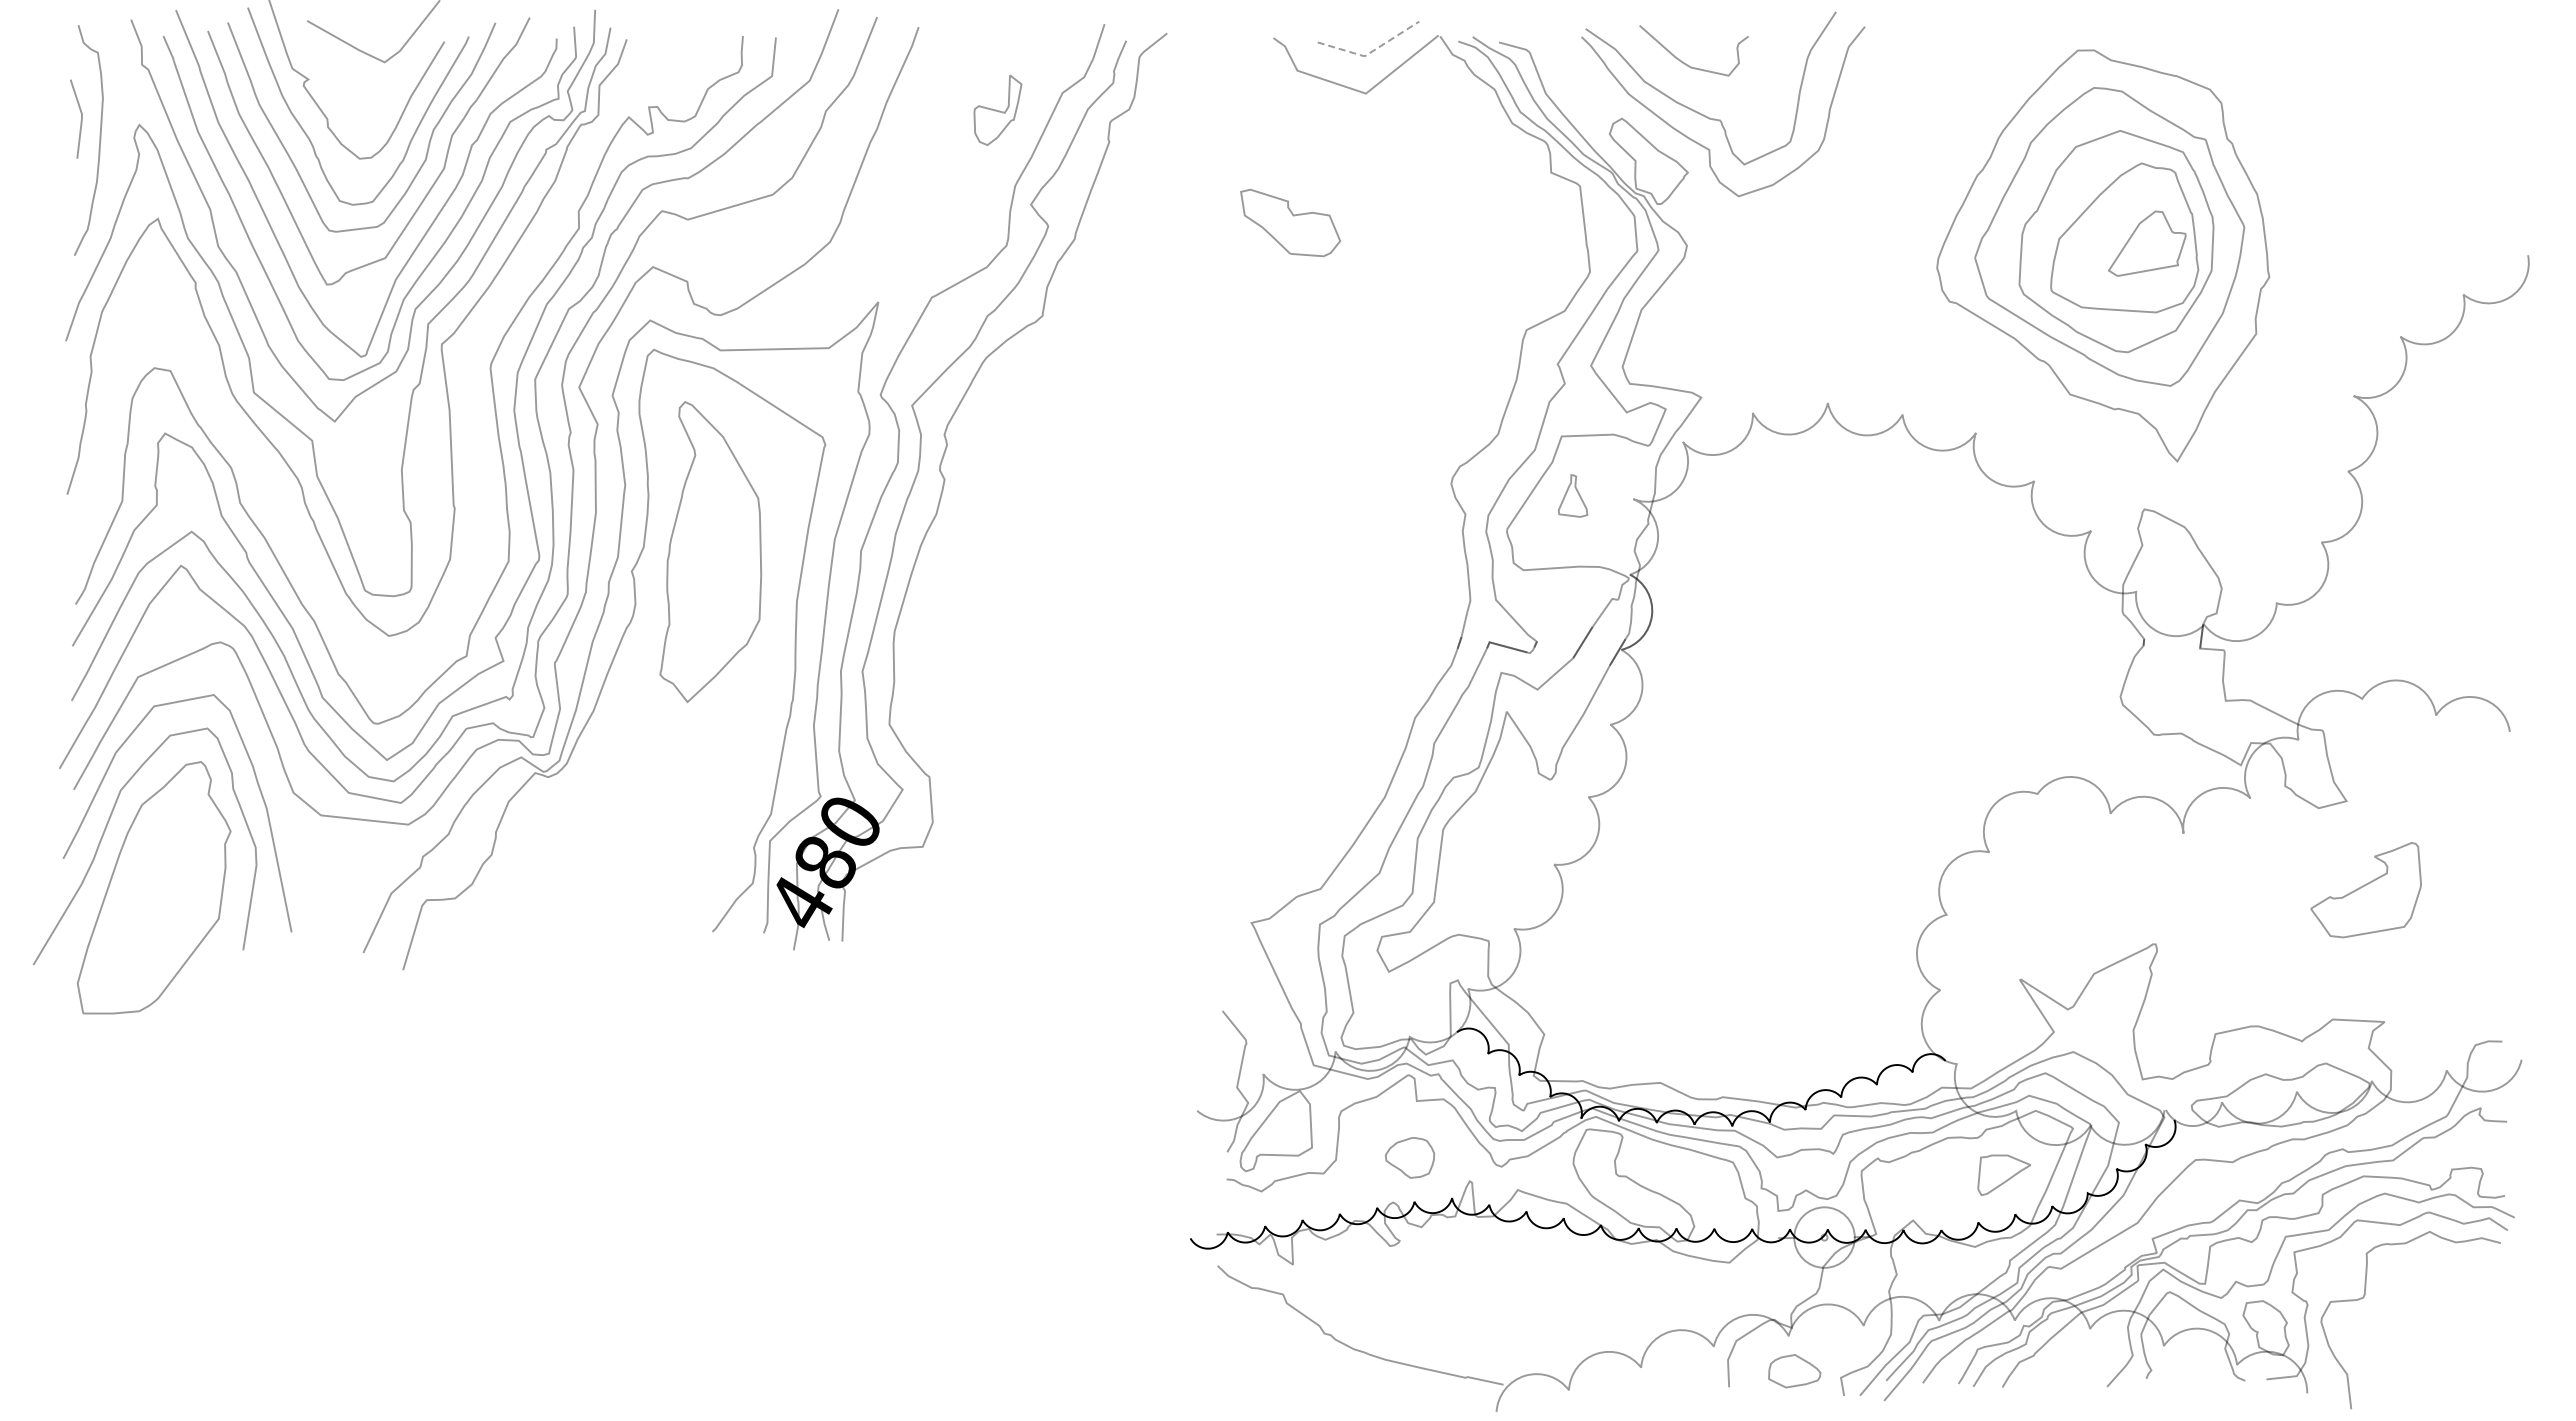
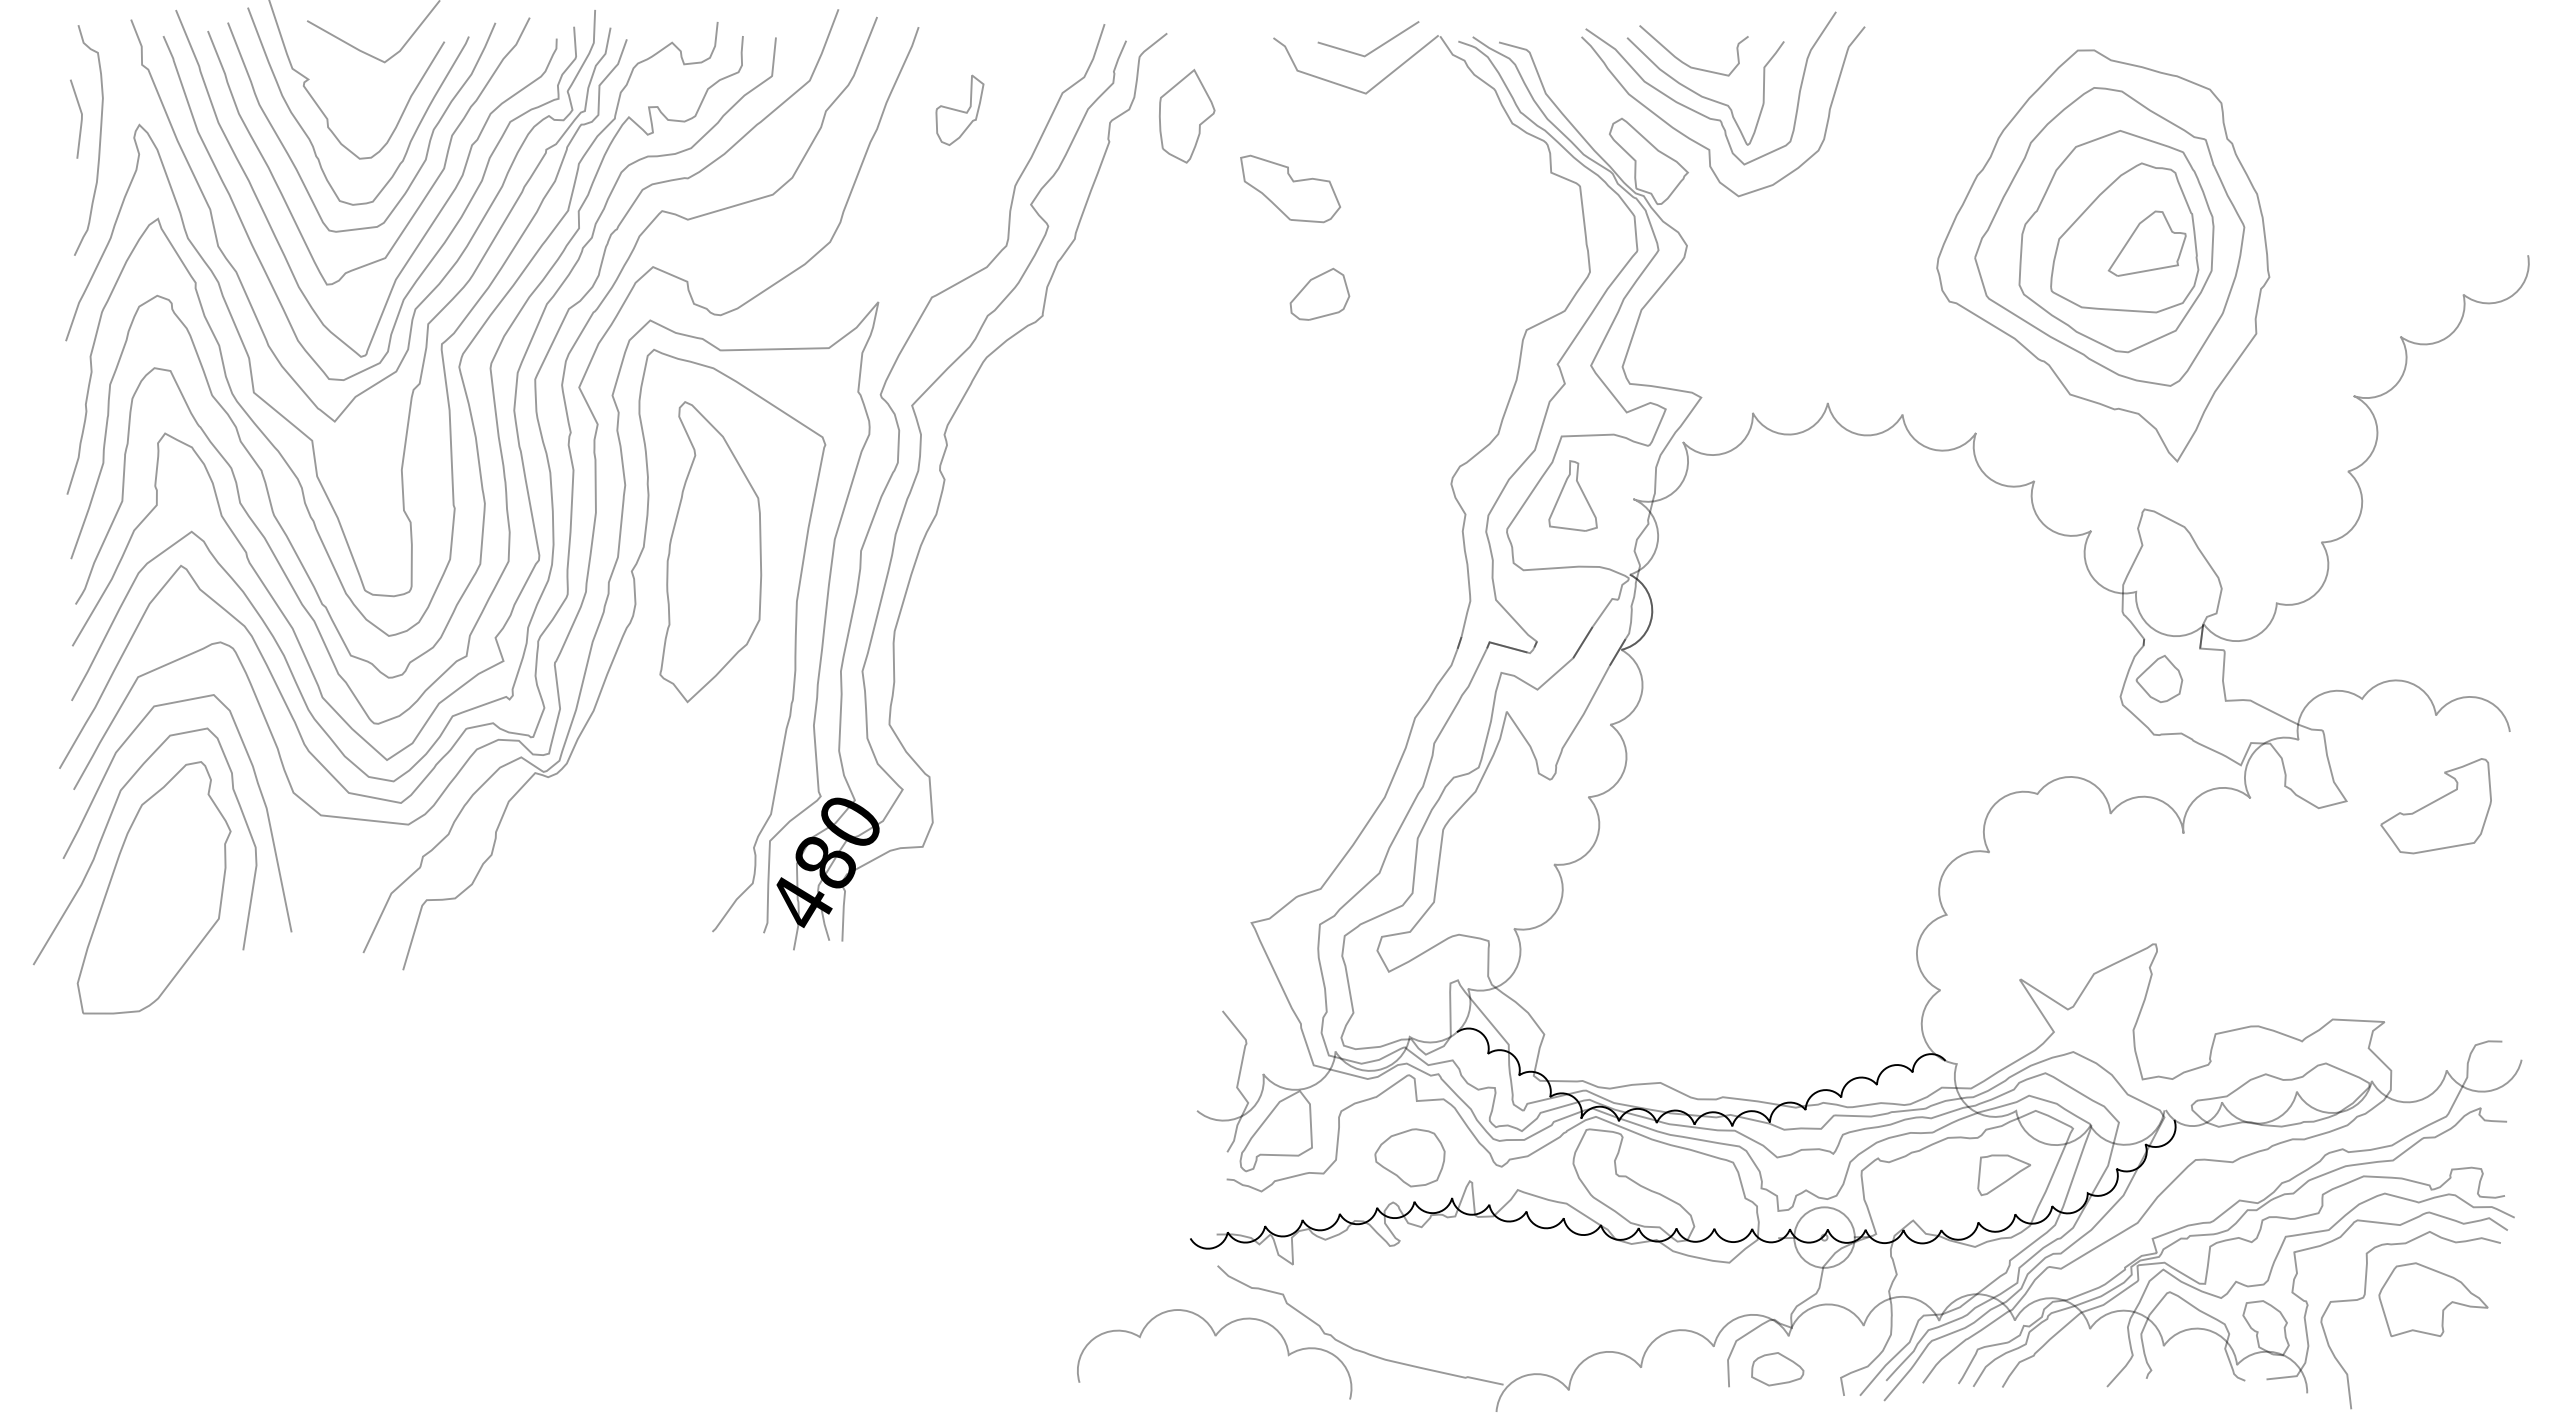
line at (1371, 52): dashed -> solid
curve at (1704, 96): none -> present
part at (997, 110) position: (997, 110) -> (959, 110)
part at (1187, 116): none -> present
part at (1290, 222) position: (1290, 222) -> (1290, 188)
part at (1319, 294): none -> present
curve at (458, 365): none -> present
part at (1573, 495) size: 31x44 px -> 50x72 px
part at (2159, 678): none -> present
part at (2365, 890) position: (2365, 890) -> (2435, 806)
part at (1409, 1157) size: 50x42 px -> 72x60 px
part at (2433, 1299): none -> present
curve at (1215, 1336): none -> present
part at (1794, 1371) position: (1794, 1371) -> (1777, 1369)
